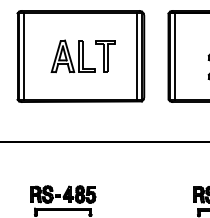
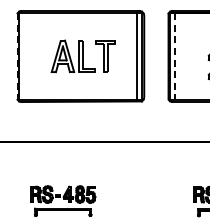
line at (23, 56): present -> none
line at (17, 57): solid -> dashed
line at (174, 57): solid -> dashed
